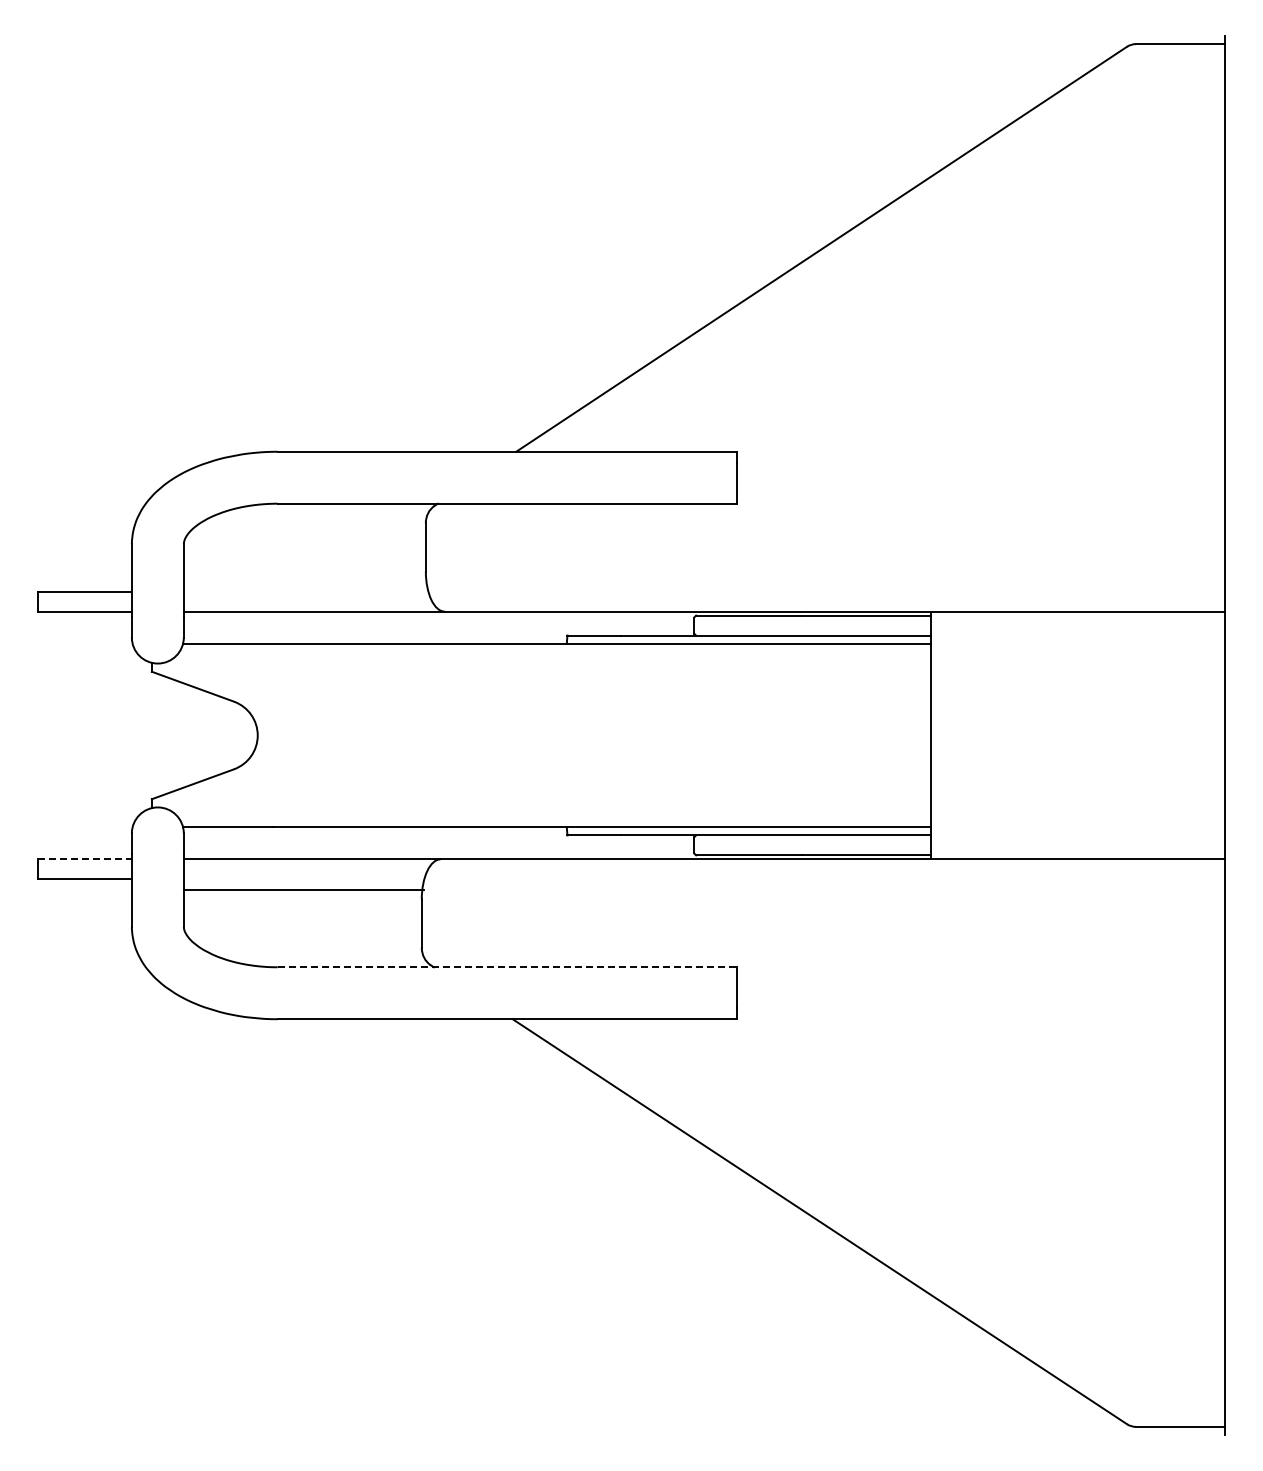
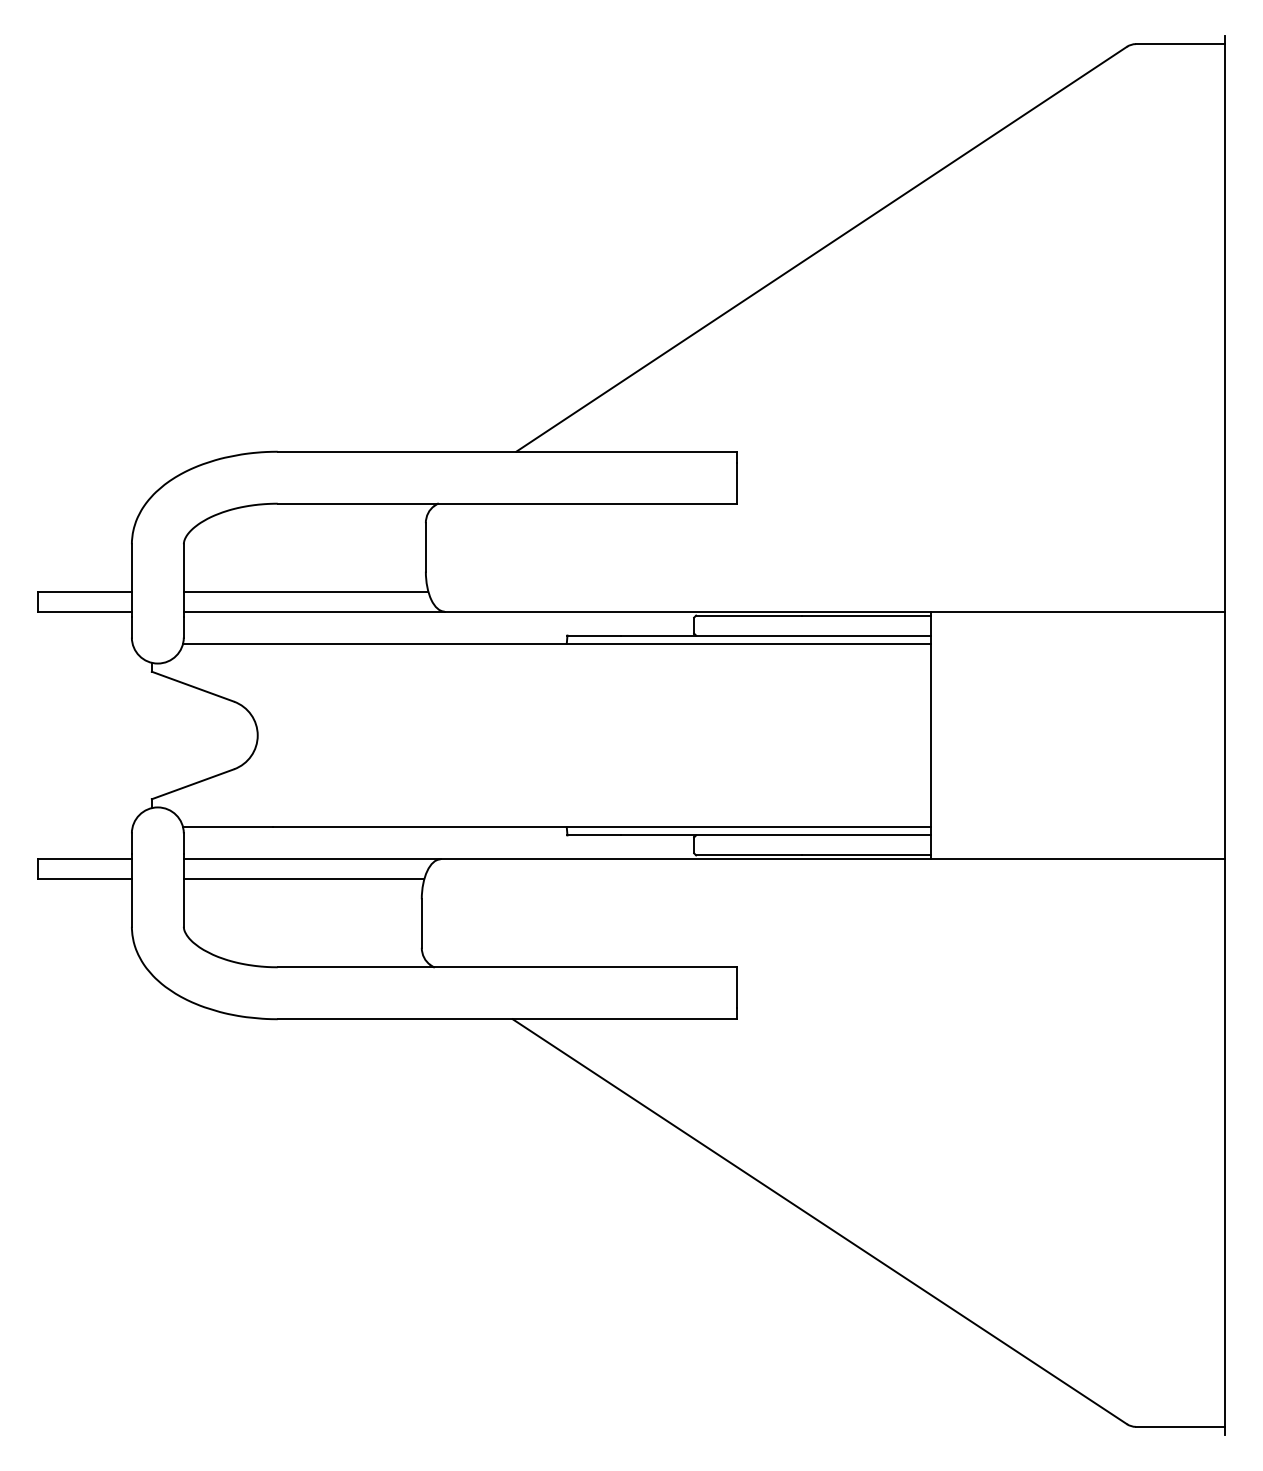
line at (305, 591): none -> present
line at (84, 859): dashed -> solid
line at (303, 890) position: (303, 890) -> (303, 879)
line at (507, 967): dashed -> solid
